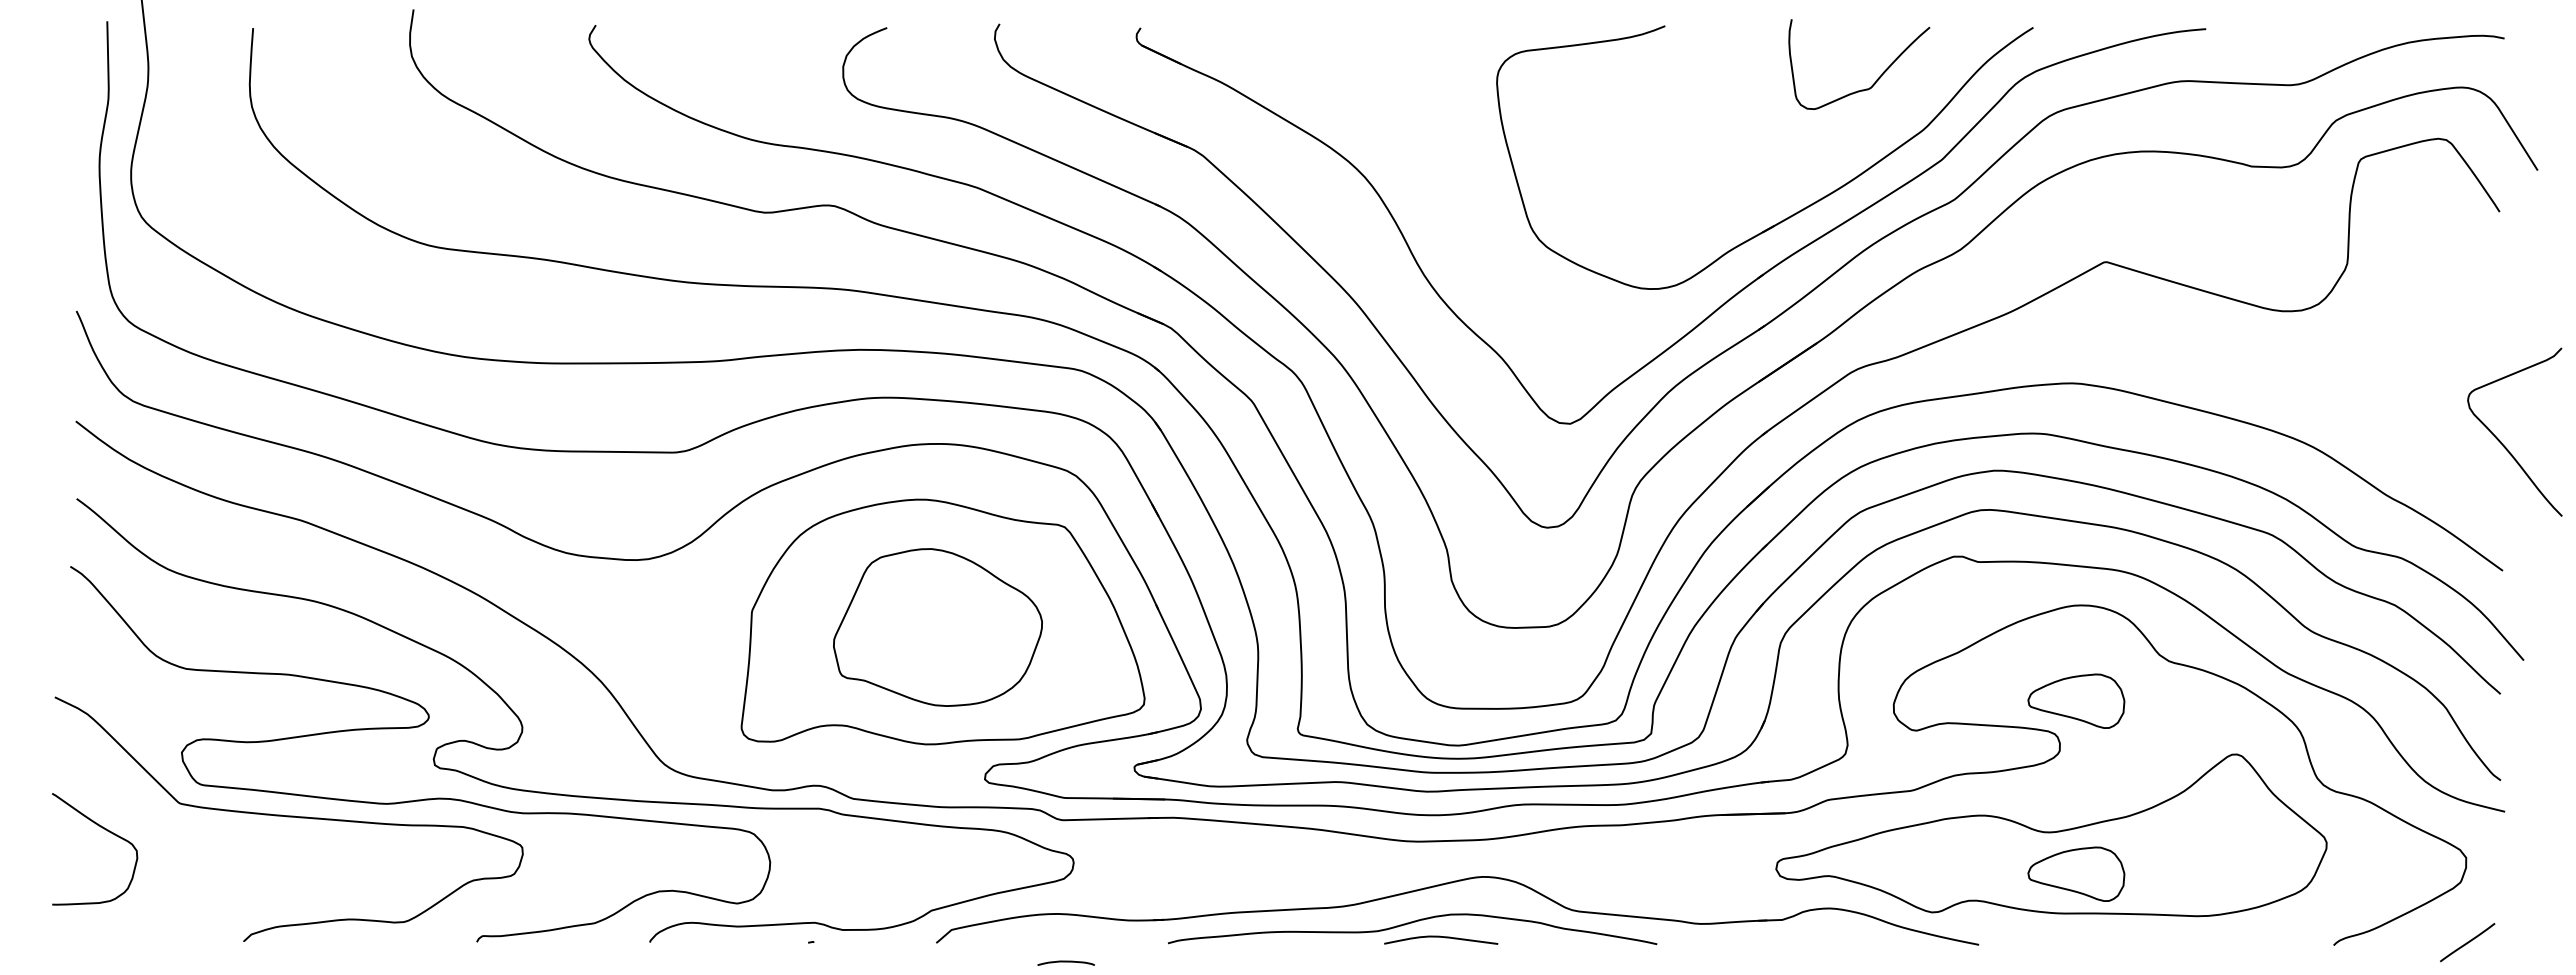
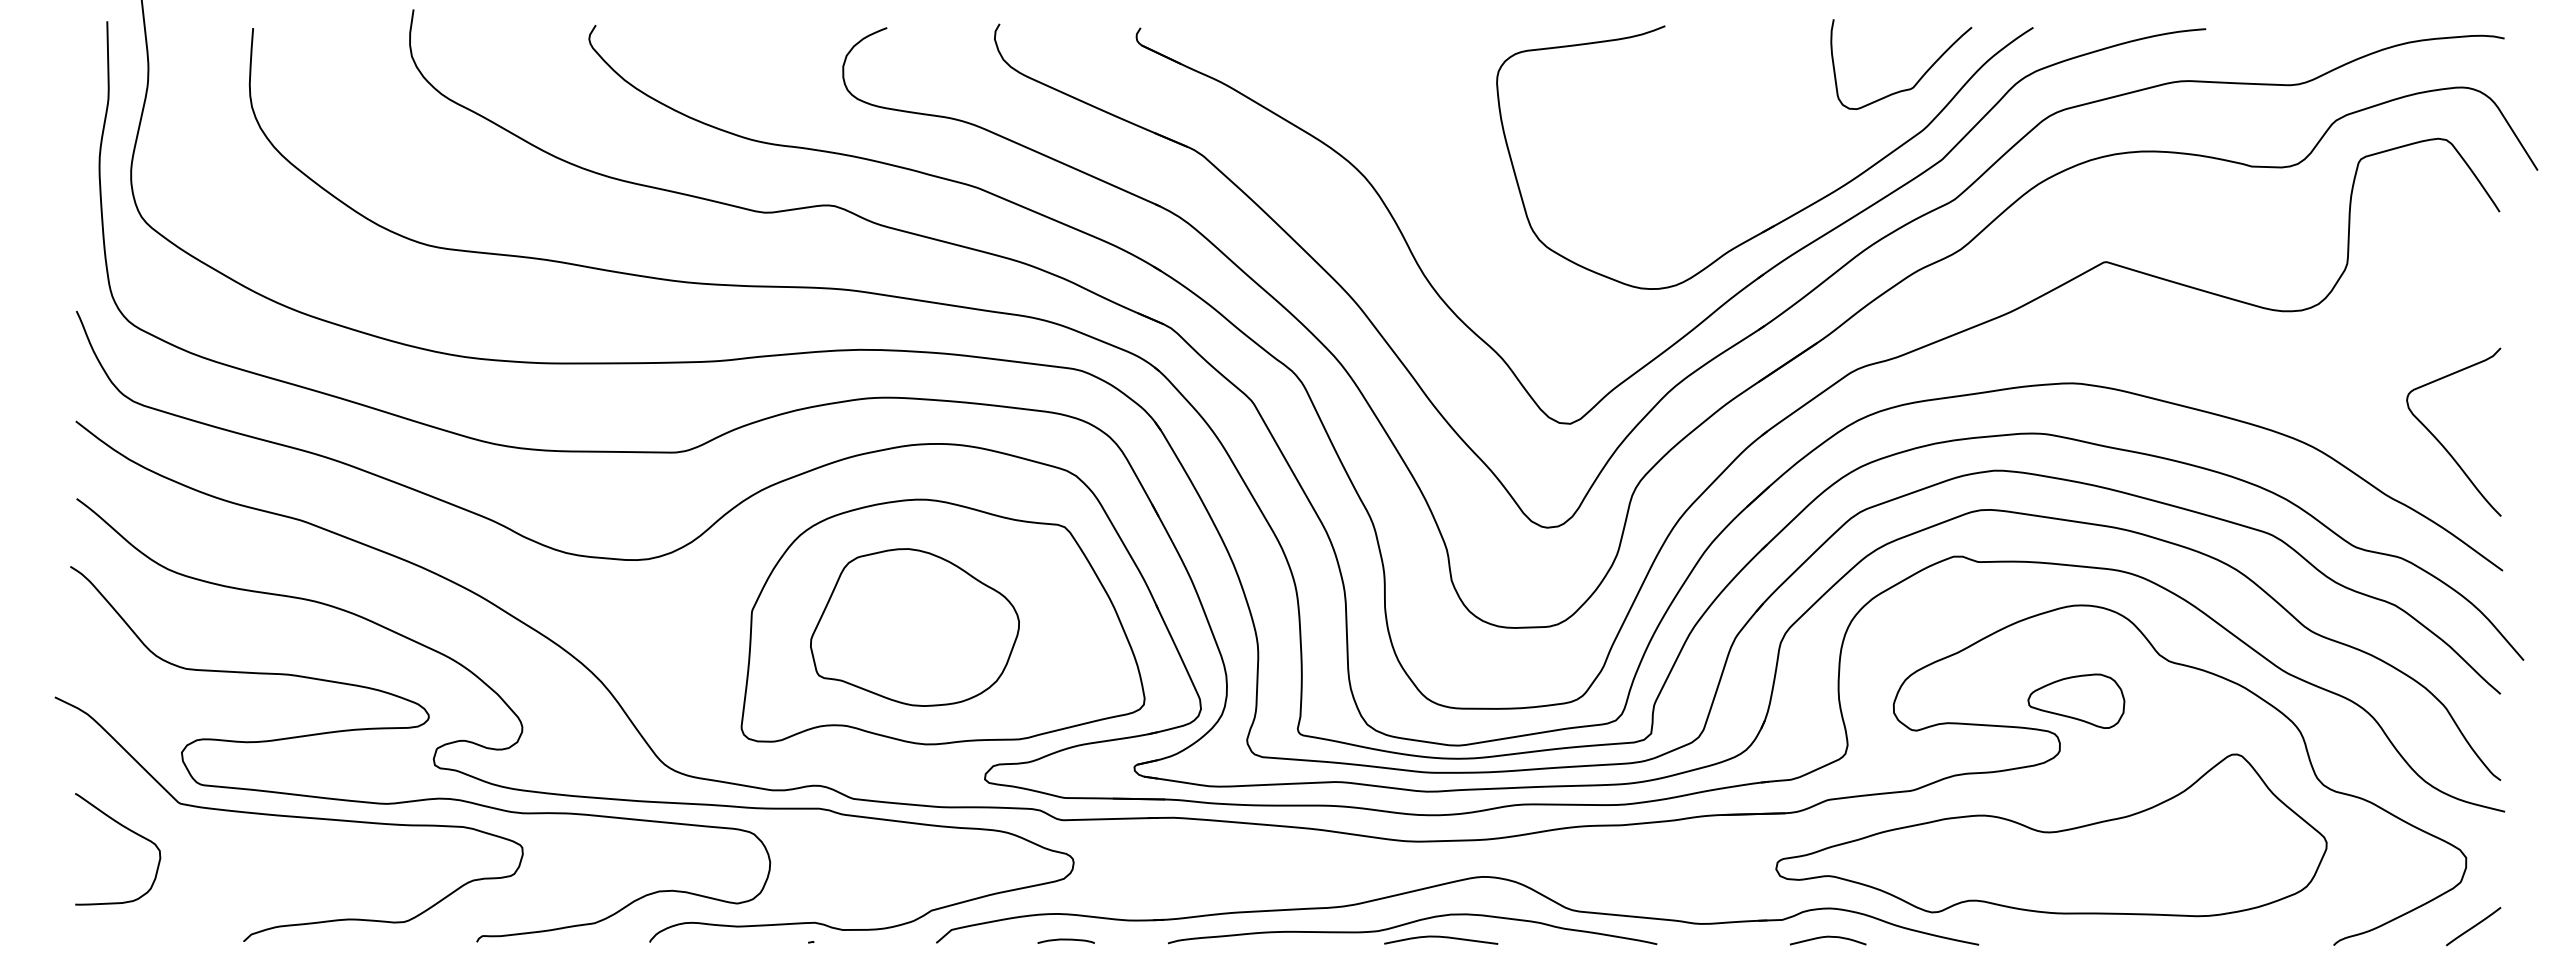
curve at (1876, 79) position: (1876, 79) -> (1918, 79)
curve at (2501, 441) position: (2501, 441) -> (2440, 441)
part at (937, 627) position: (937, 627) -> (914, 627)
curve at (105, 830) position: (105, 830) -> (128, 830)
part at (2076, 873): present -> none
curve at (1828, 937): none -> present
line at (2467, 942) position: (2467, 942) -> (2473, 926)
curve at (1065, 962) position: (1065, 962) -> (1065, 940)
